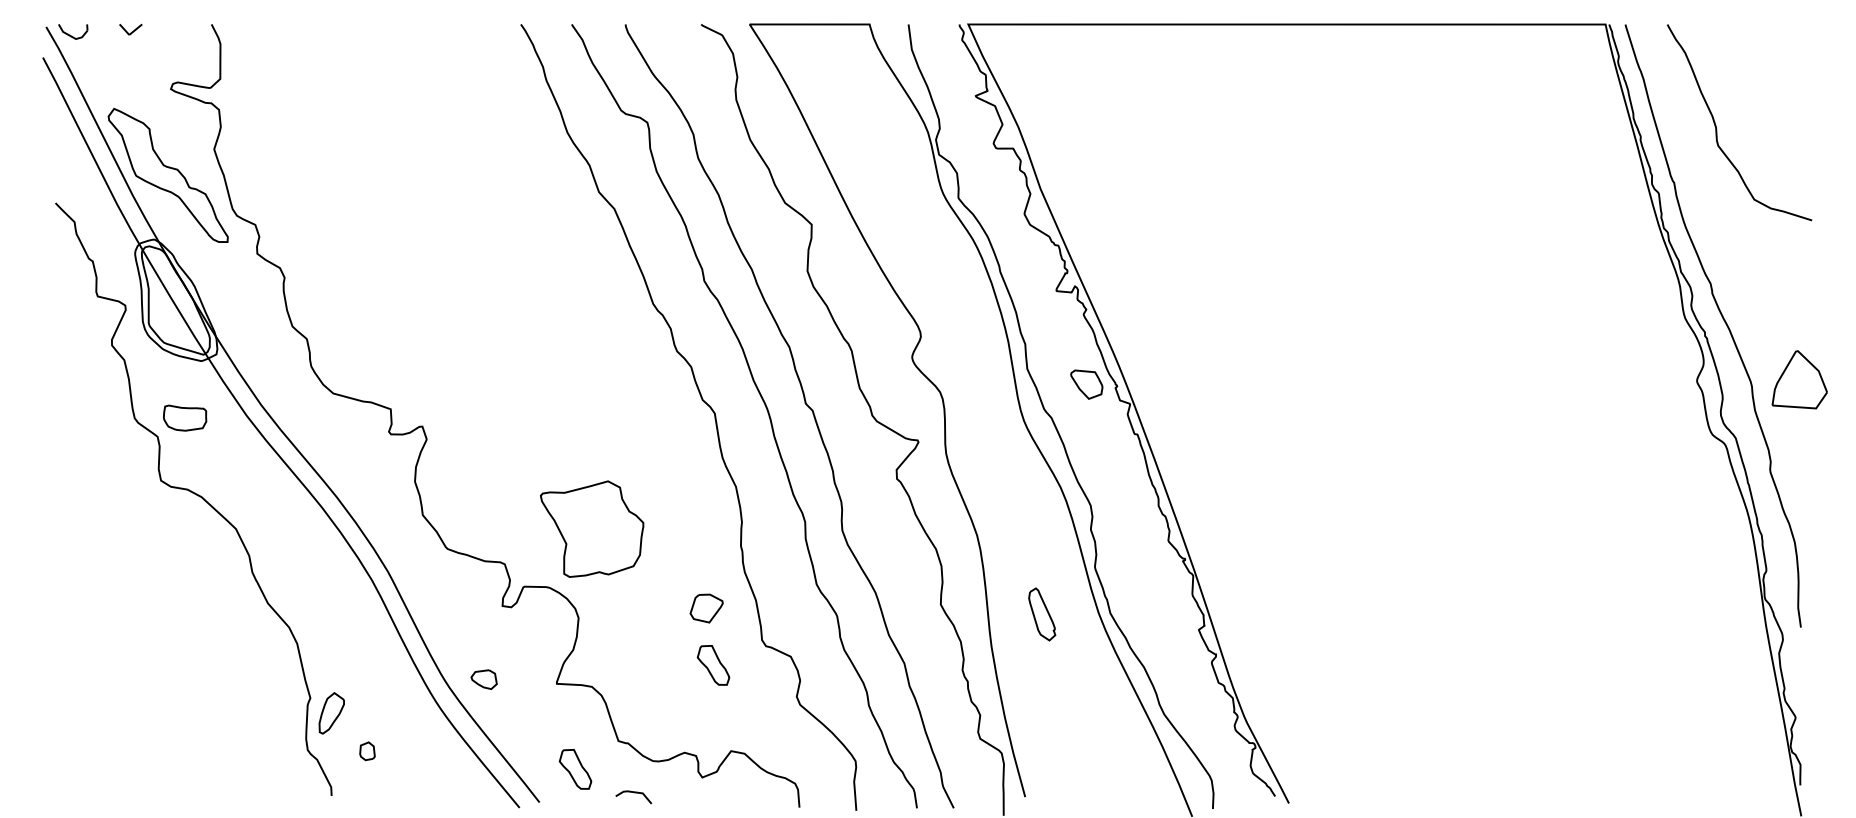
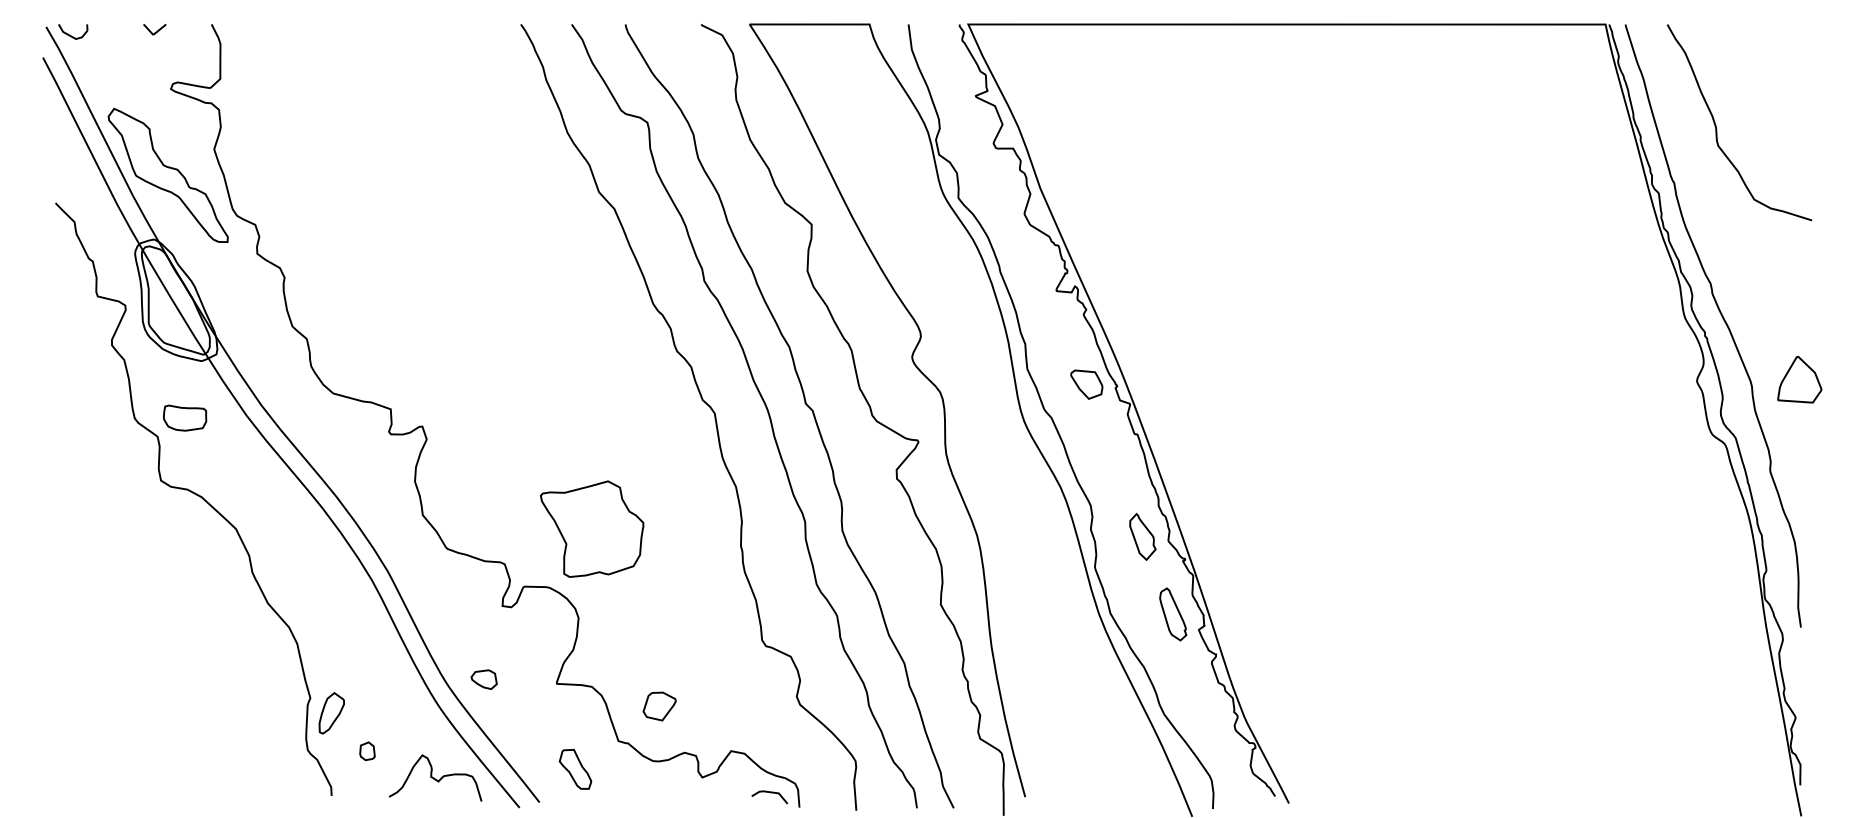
line at (131, 31) position: (131, 31) -> (155, 31)
part at (1799, 379) size: 57x60 px -> 46x49 px
part at (1142, 536): none -> present
part at (706, 608) position: (706, 608) -> (659, 706)
part at (1042, 614) position: (1042, 614) -> (1173, 614)
part at (713, 665): present -> none
curve at (434, 777): none -> present
curve at (634, 793) position: (634, 793) -> (770, 793)
